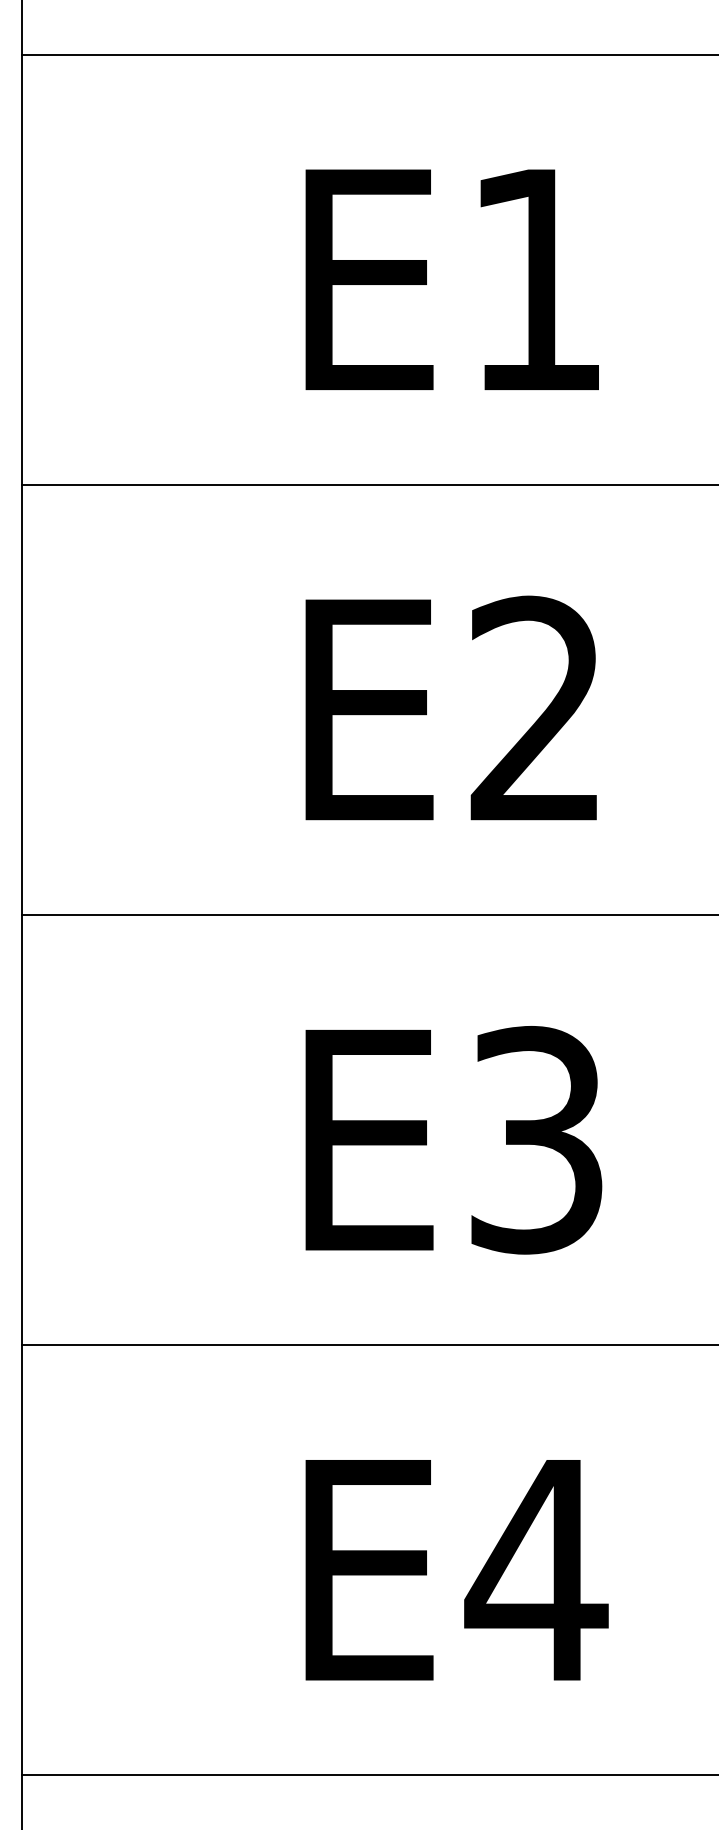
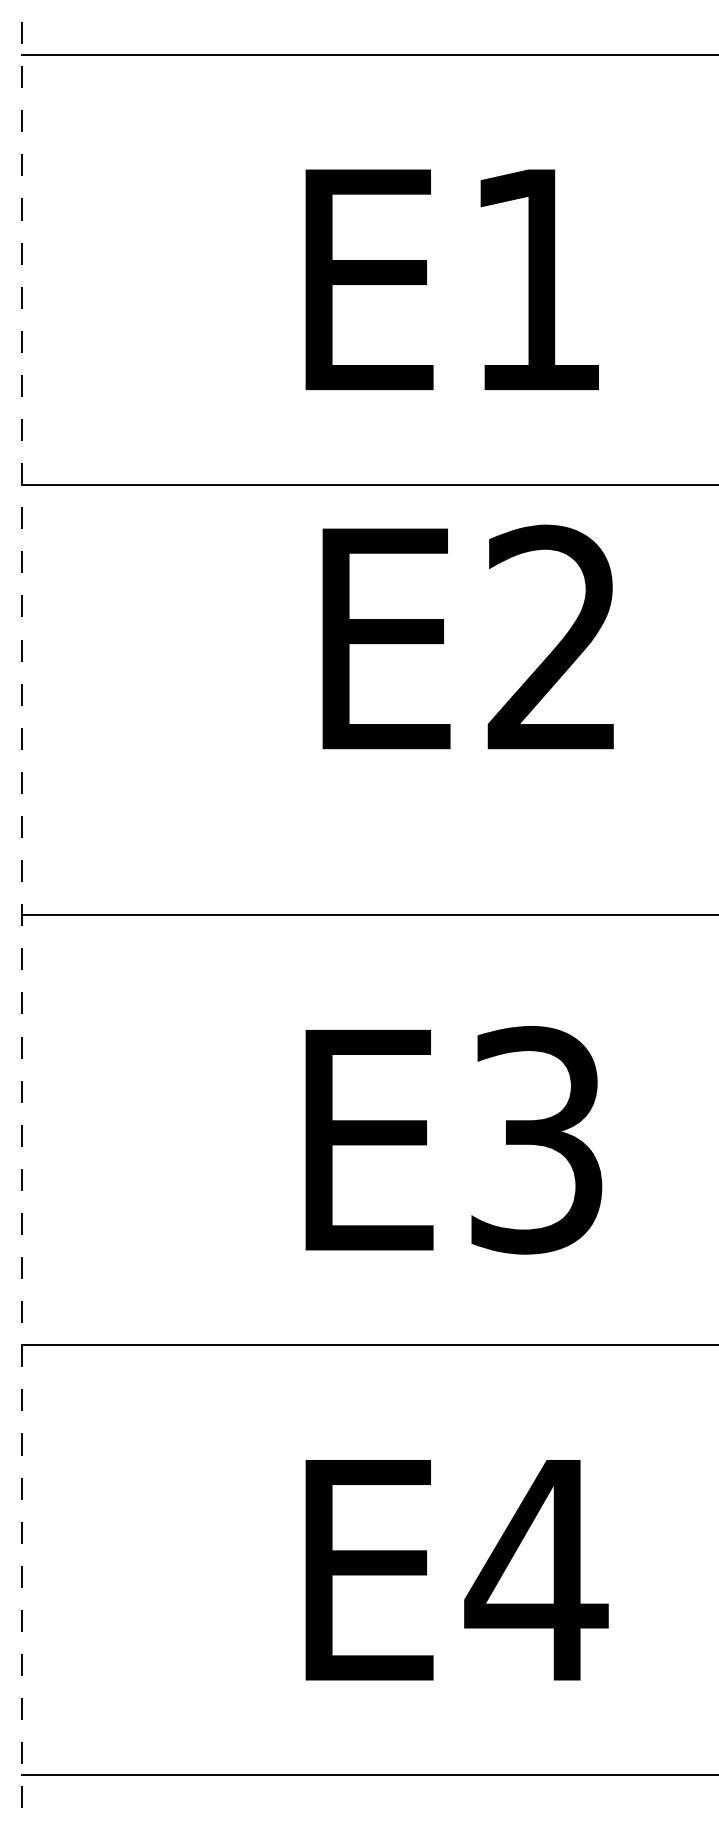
text at (450, 707) position: (450, 707) -> (467, 636)
line at (21, 914): solid -> dashed
